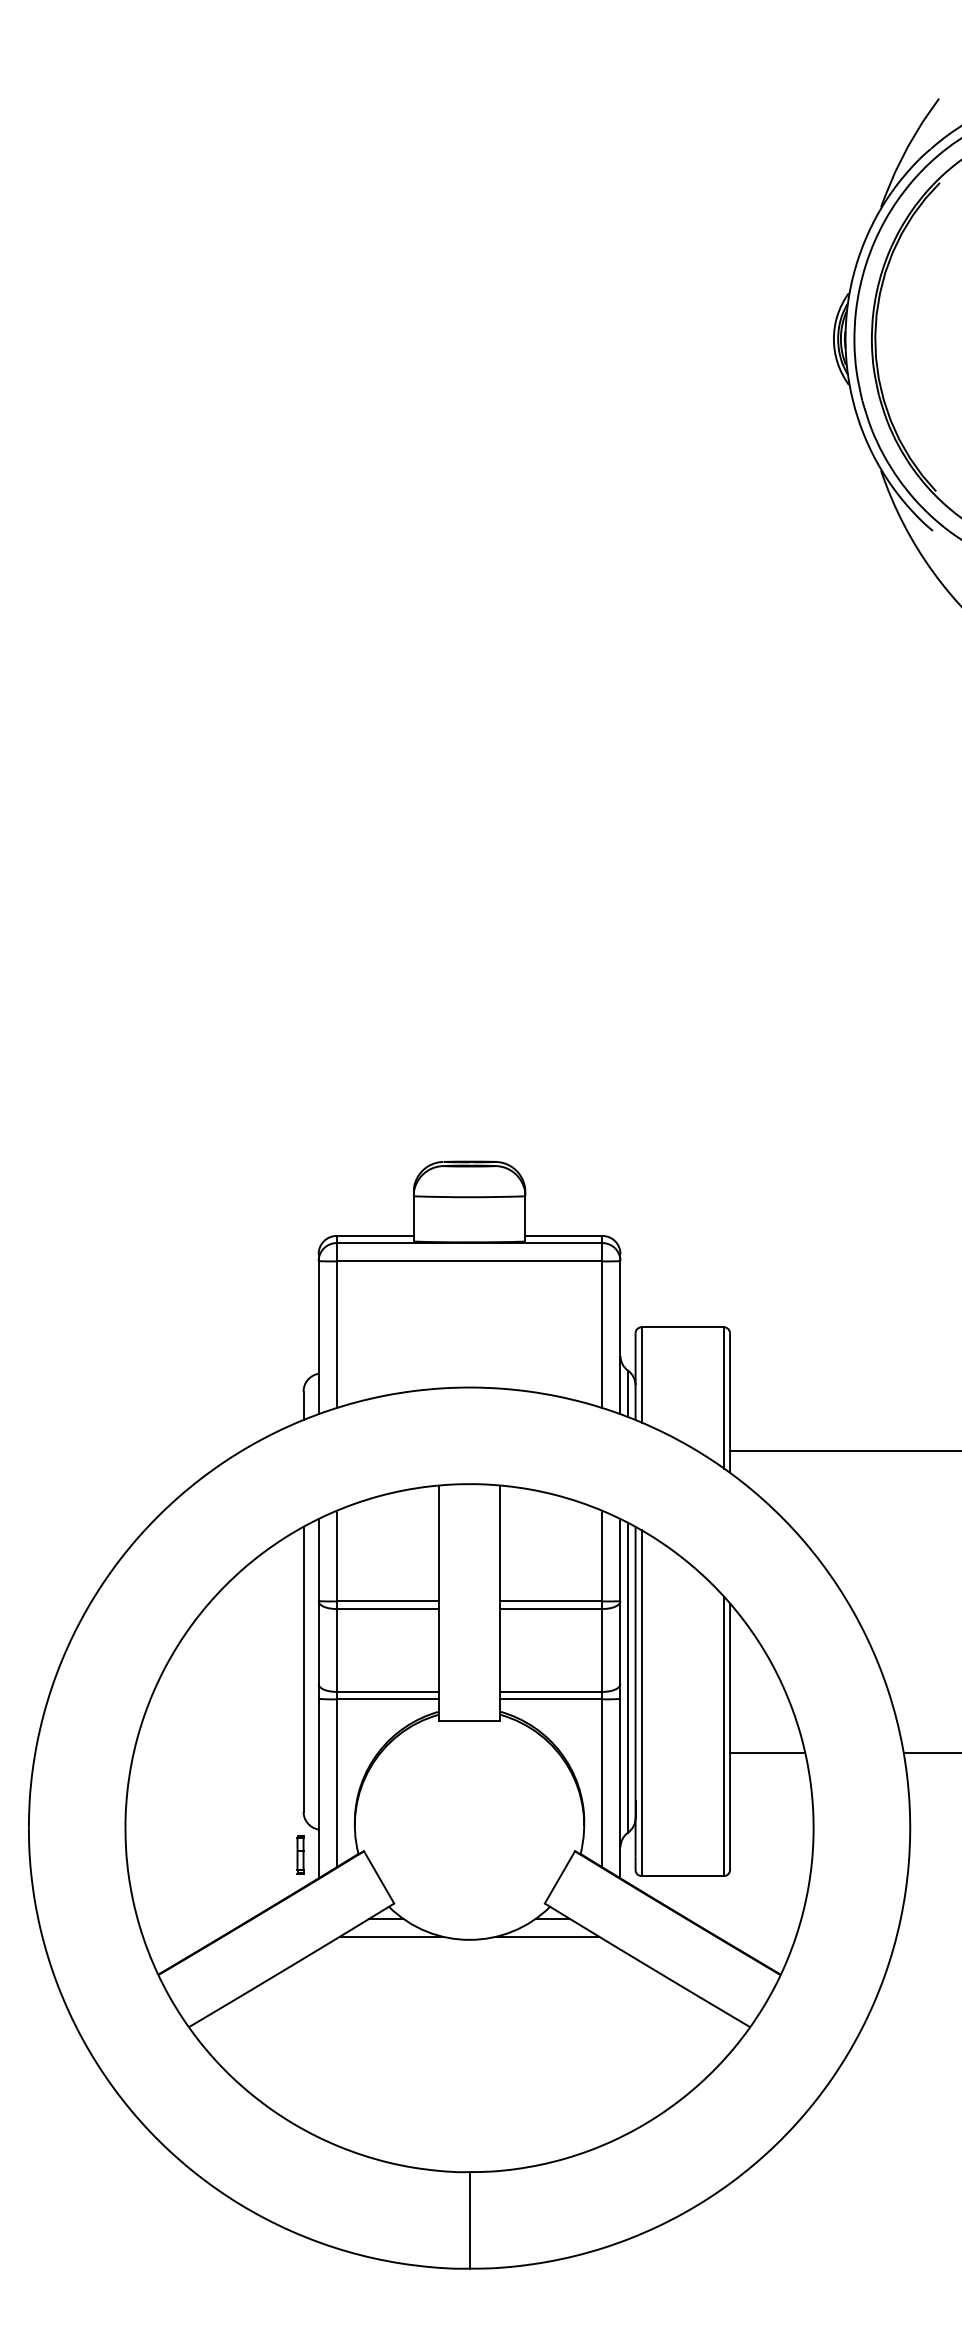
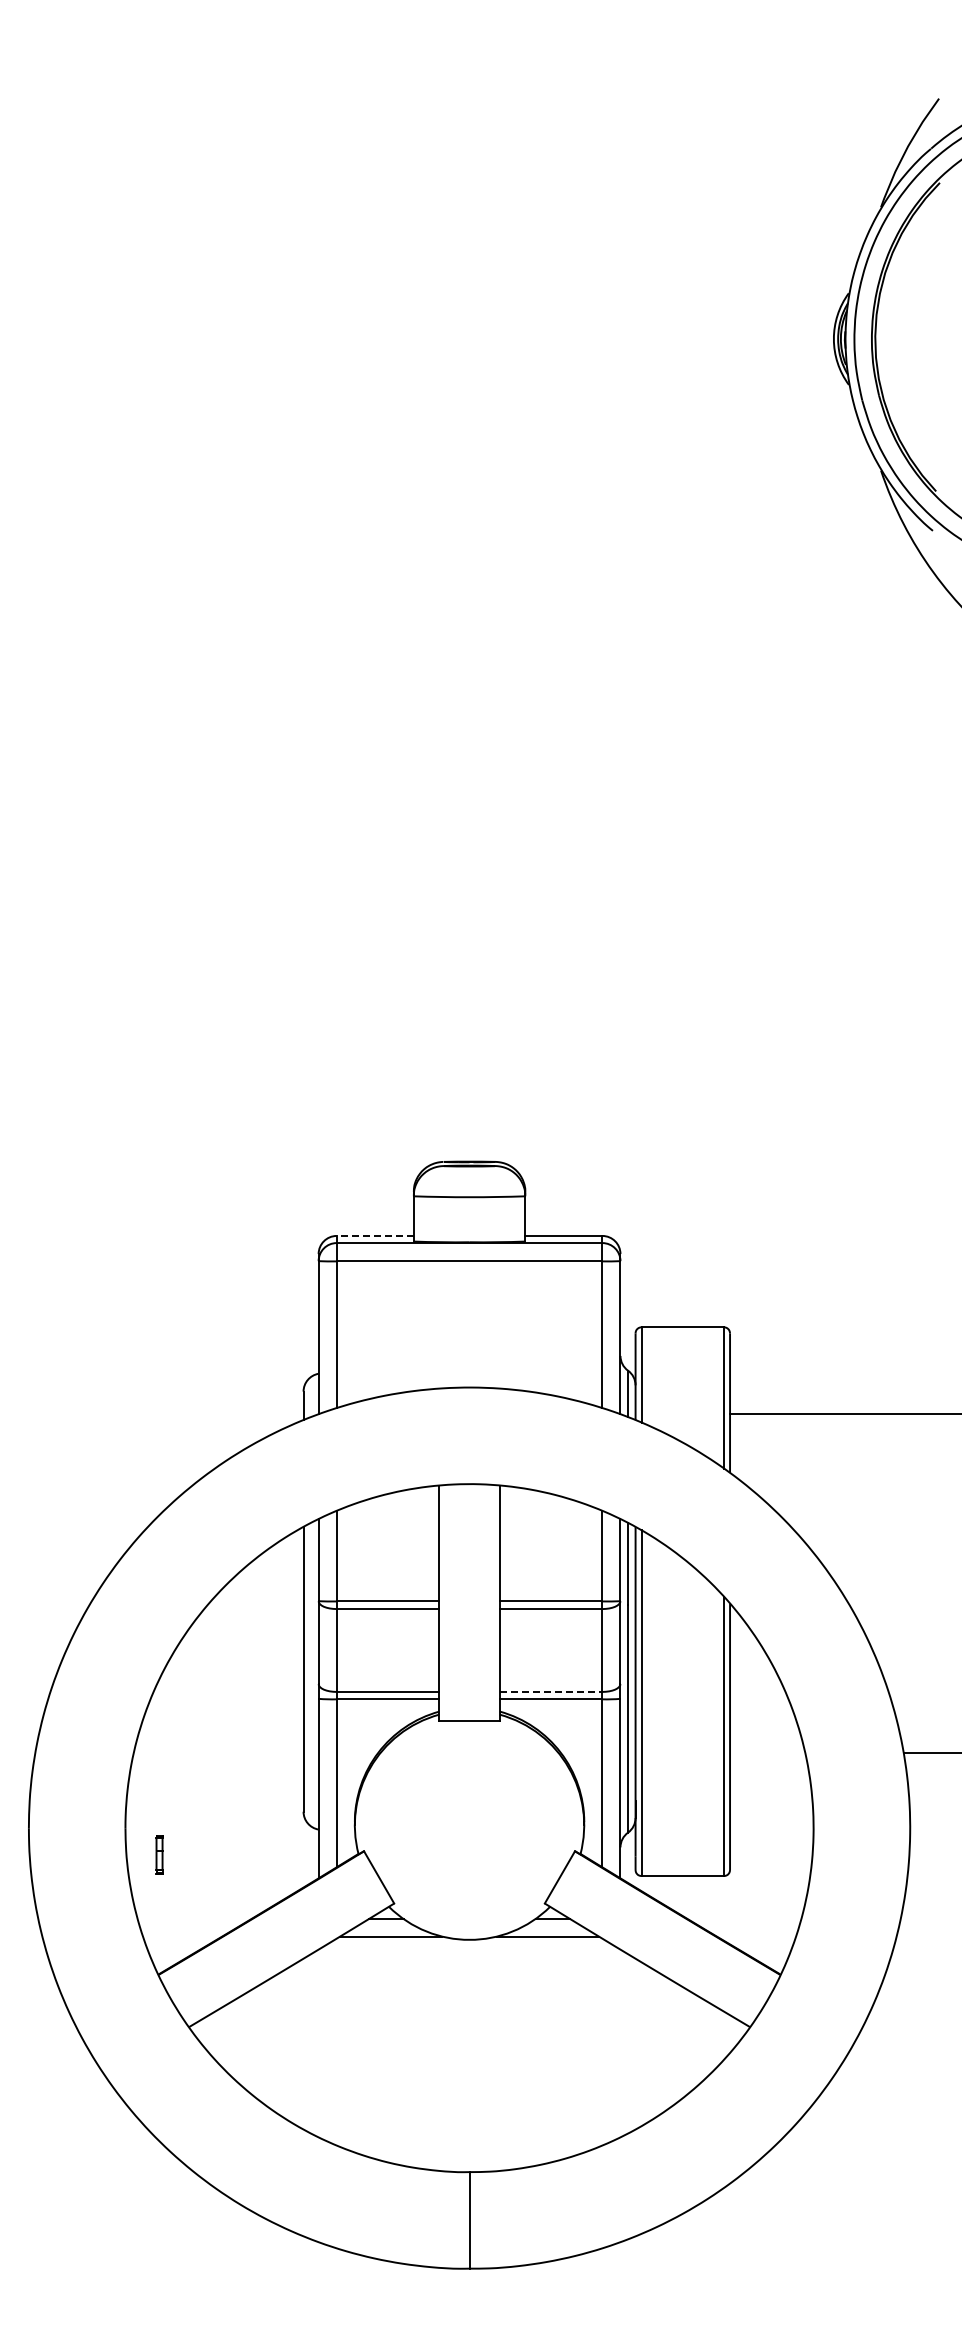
line at (374, 1235): solid -> dashed
line at (844, 1450) position: (844, 1450) -> (844, 1413)
line at (551, 1691): solid -> dashed
line at (767, 1752): present -> none
part at (300, 1854) position: (300, 1854) -> (159, 1854)
